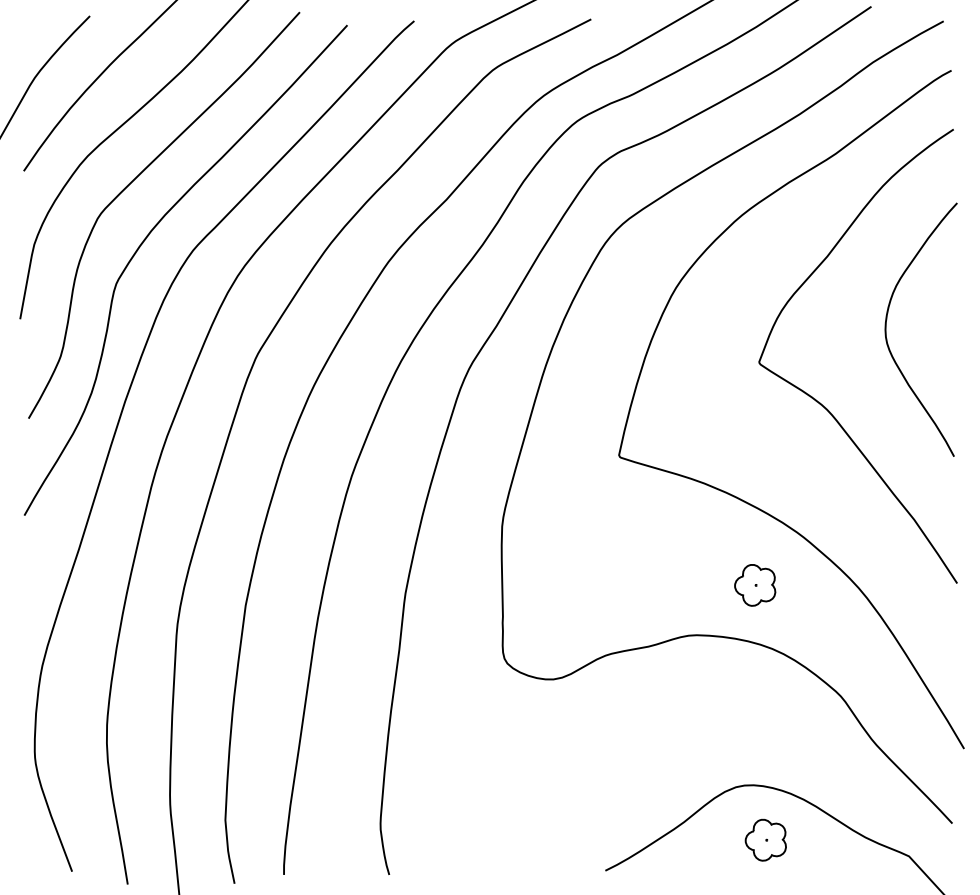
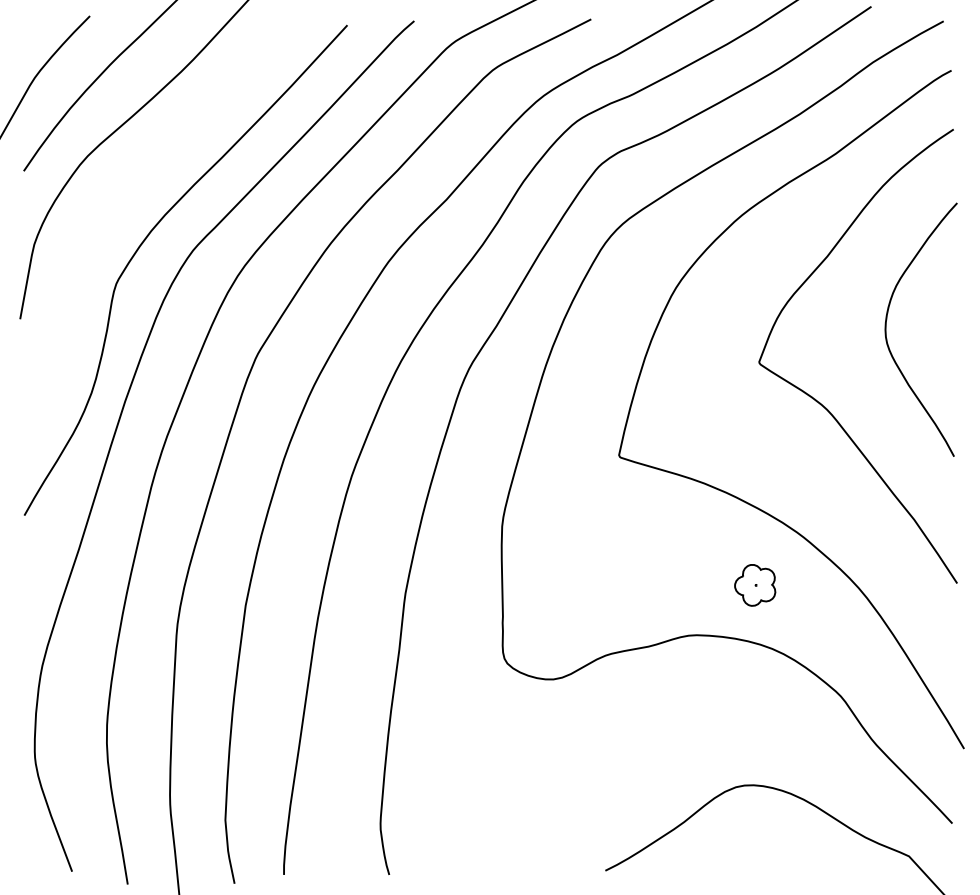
curve at (132, 182): present -> none
part at (765, 839): present -> none
